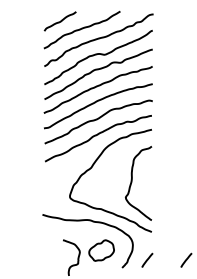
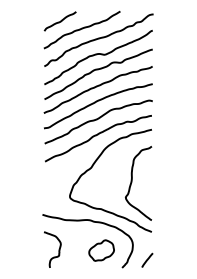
curve at (77, 257) position: (77, 257) -> (58, 249)
line at (186, 259): present -> none
